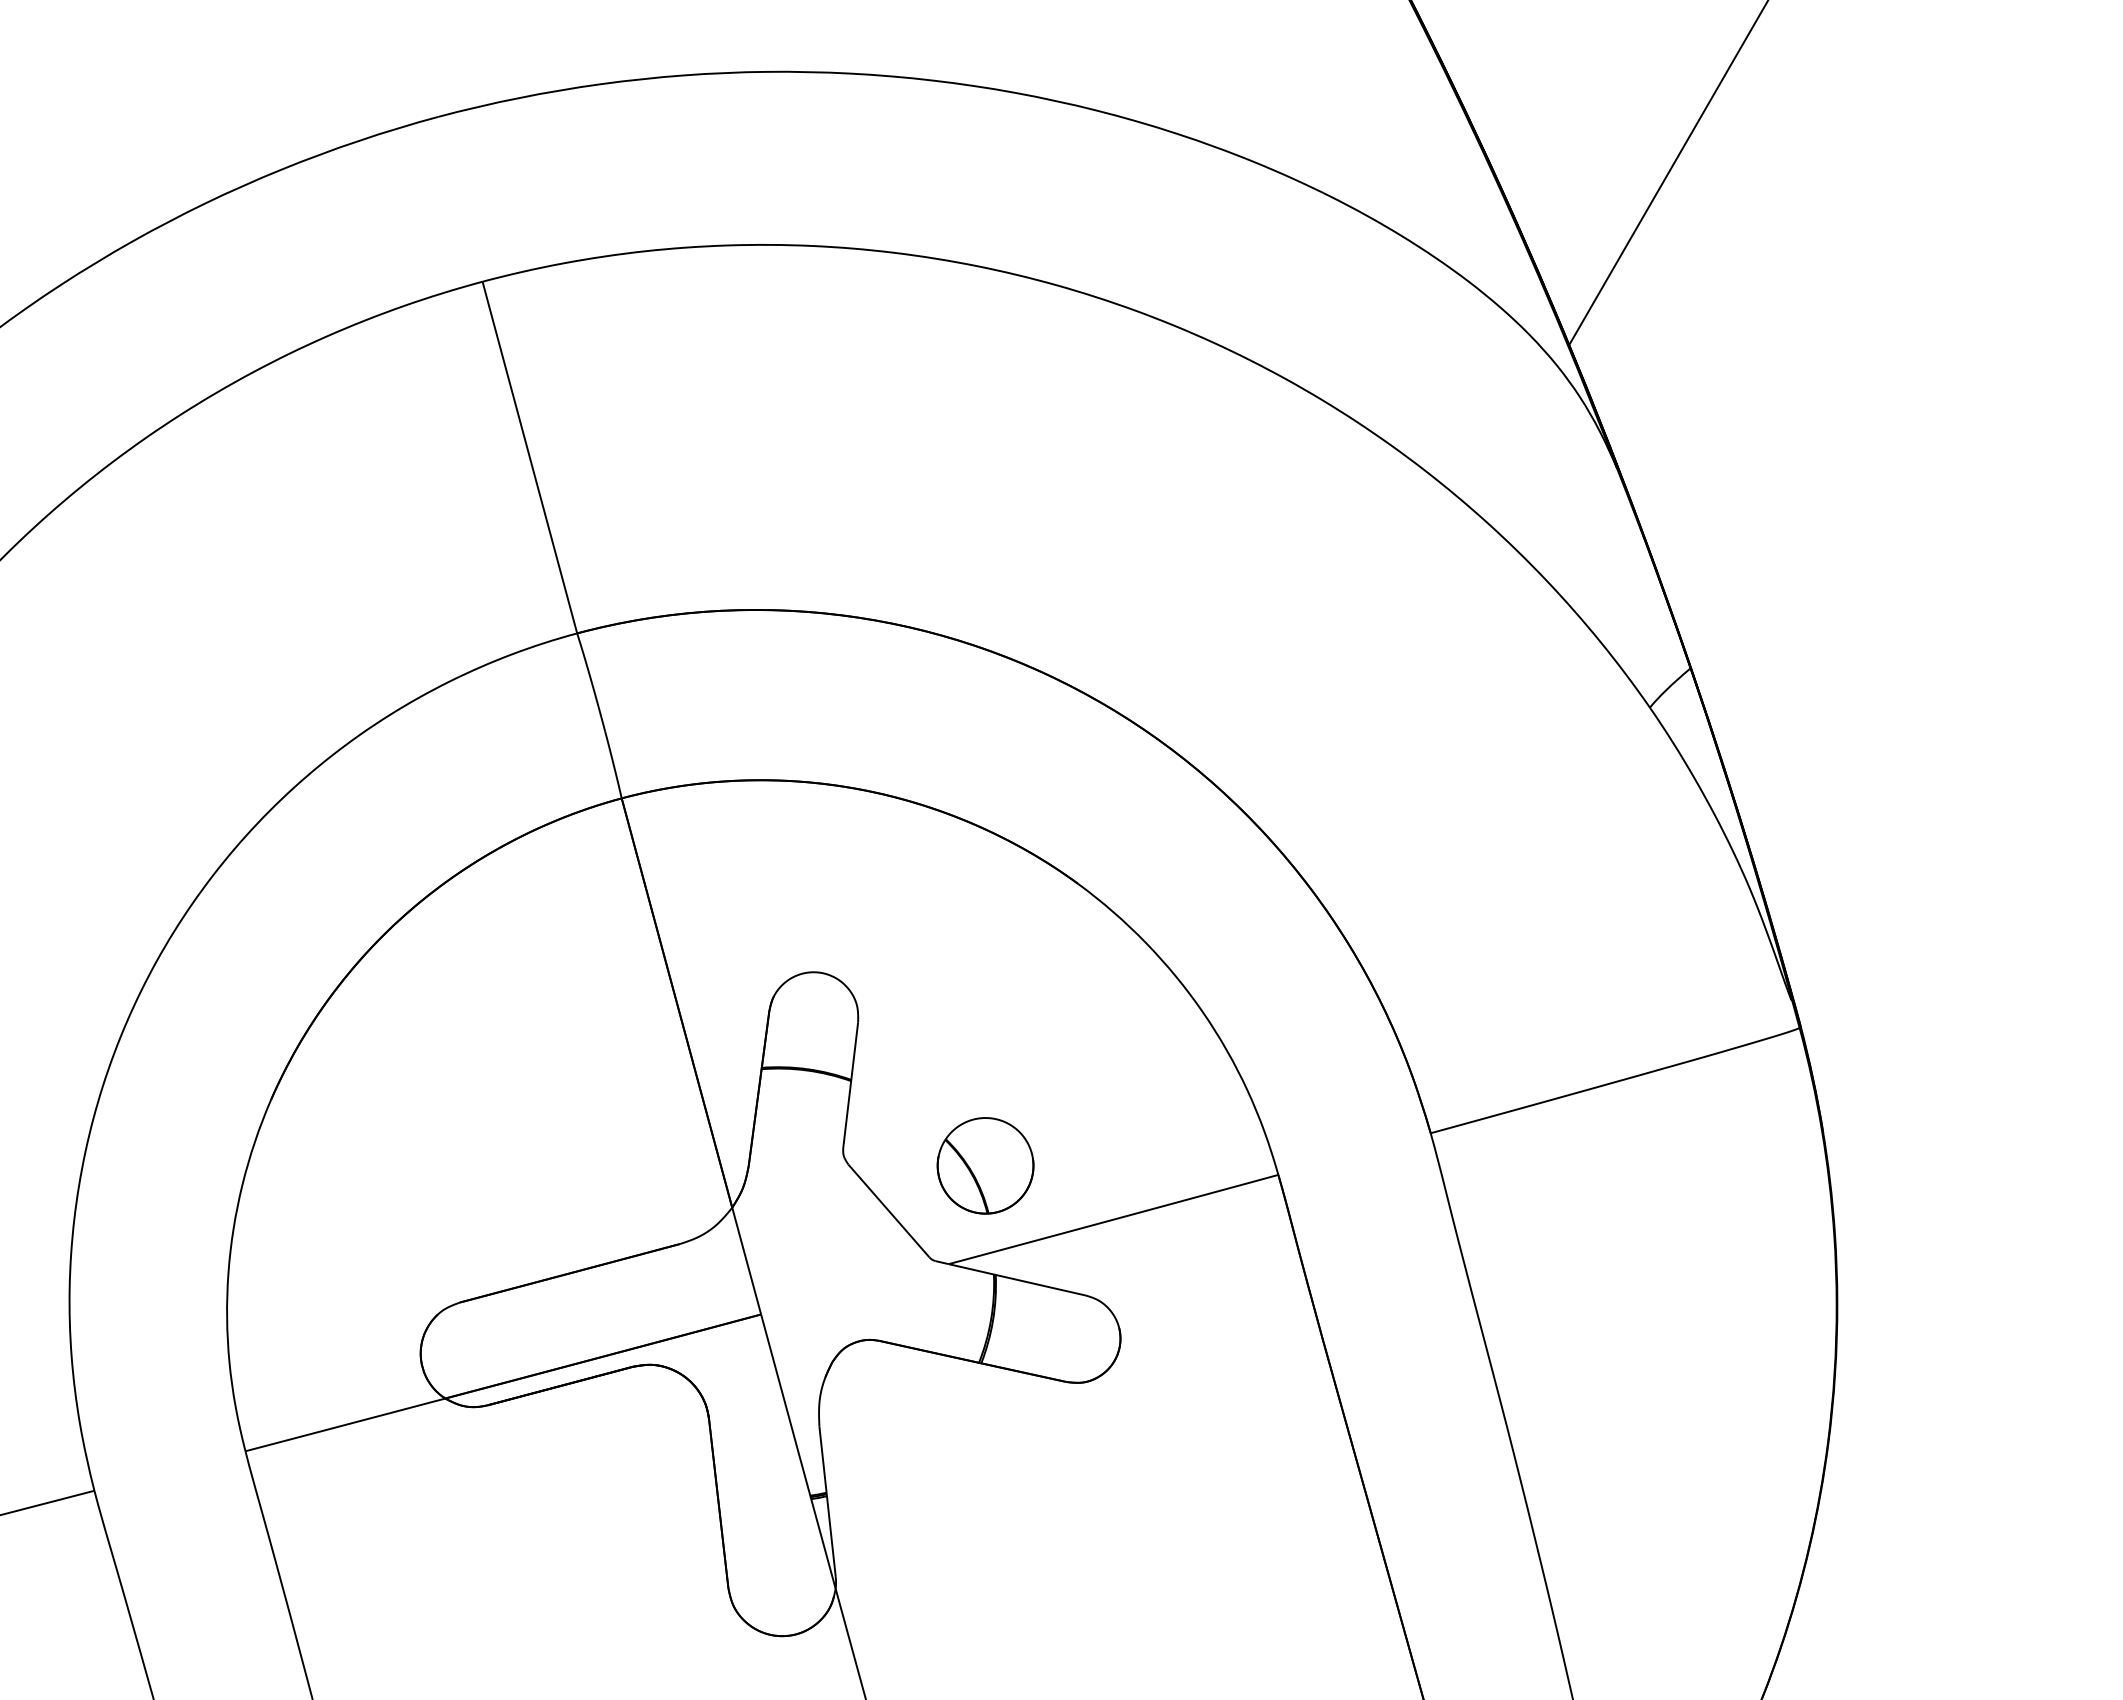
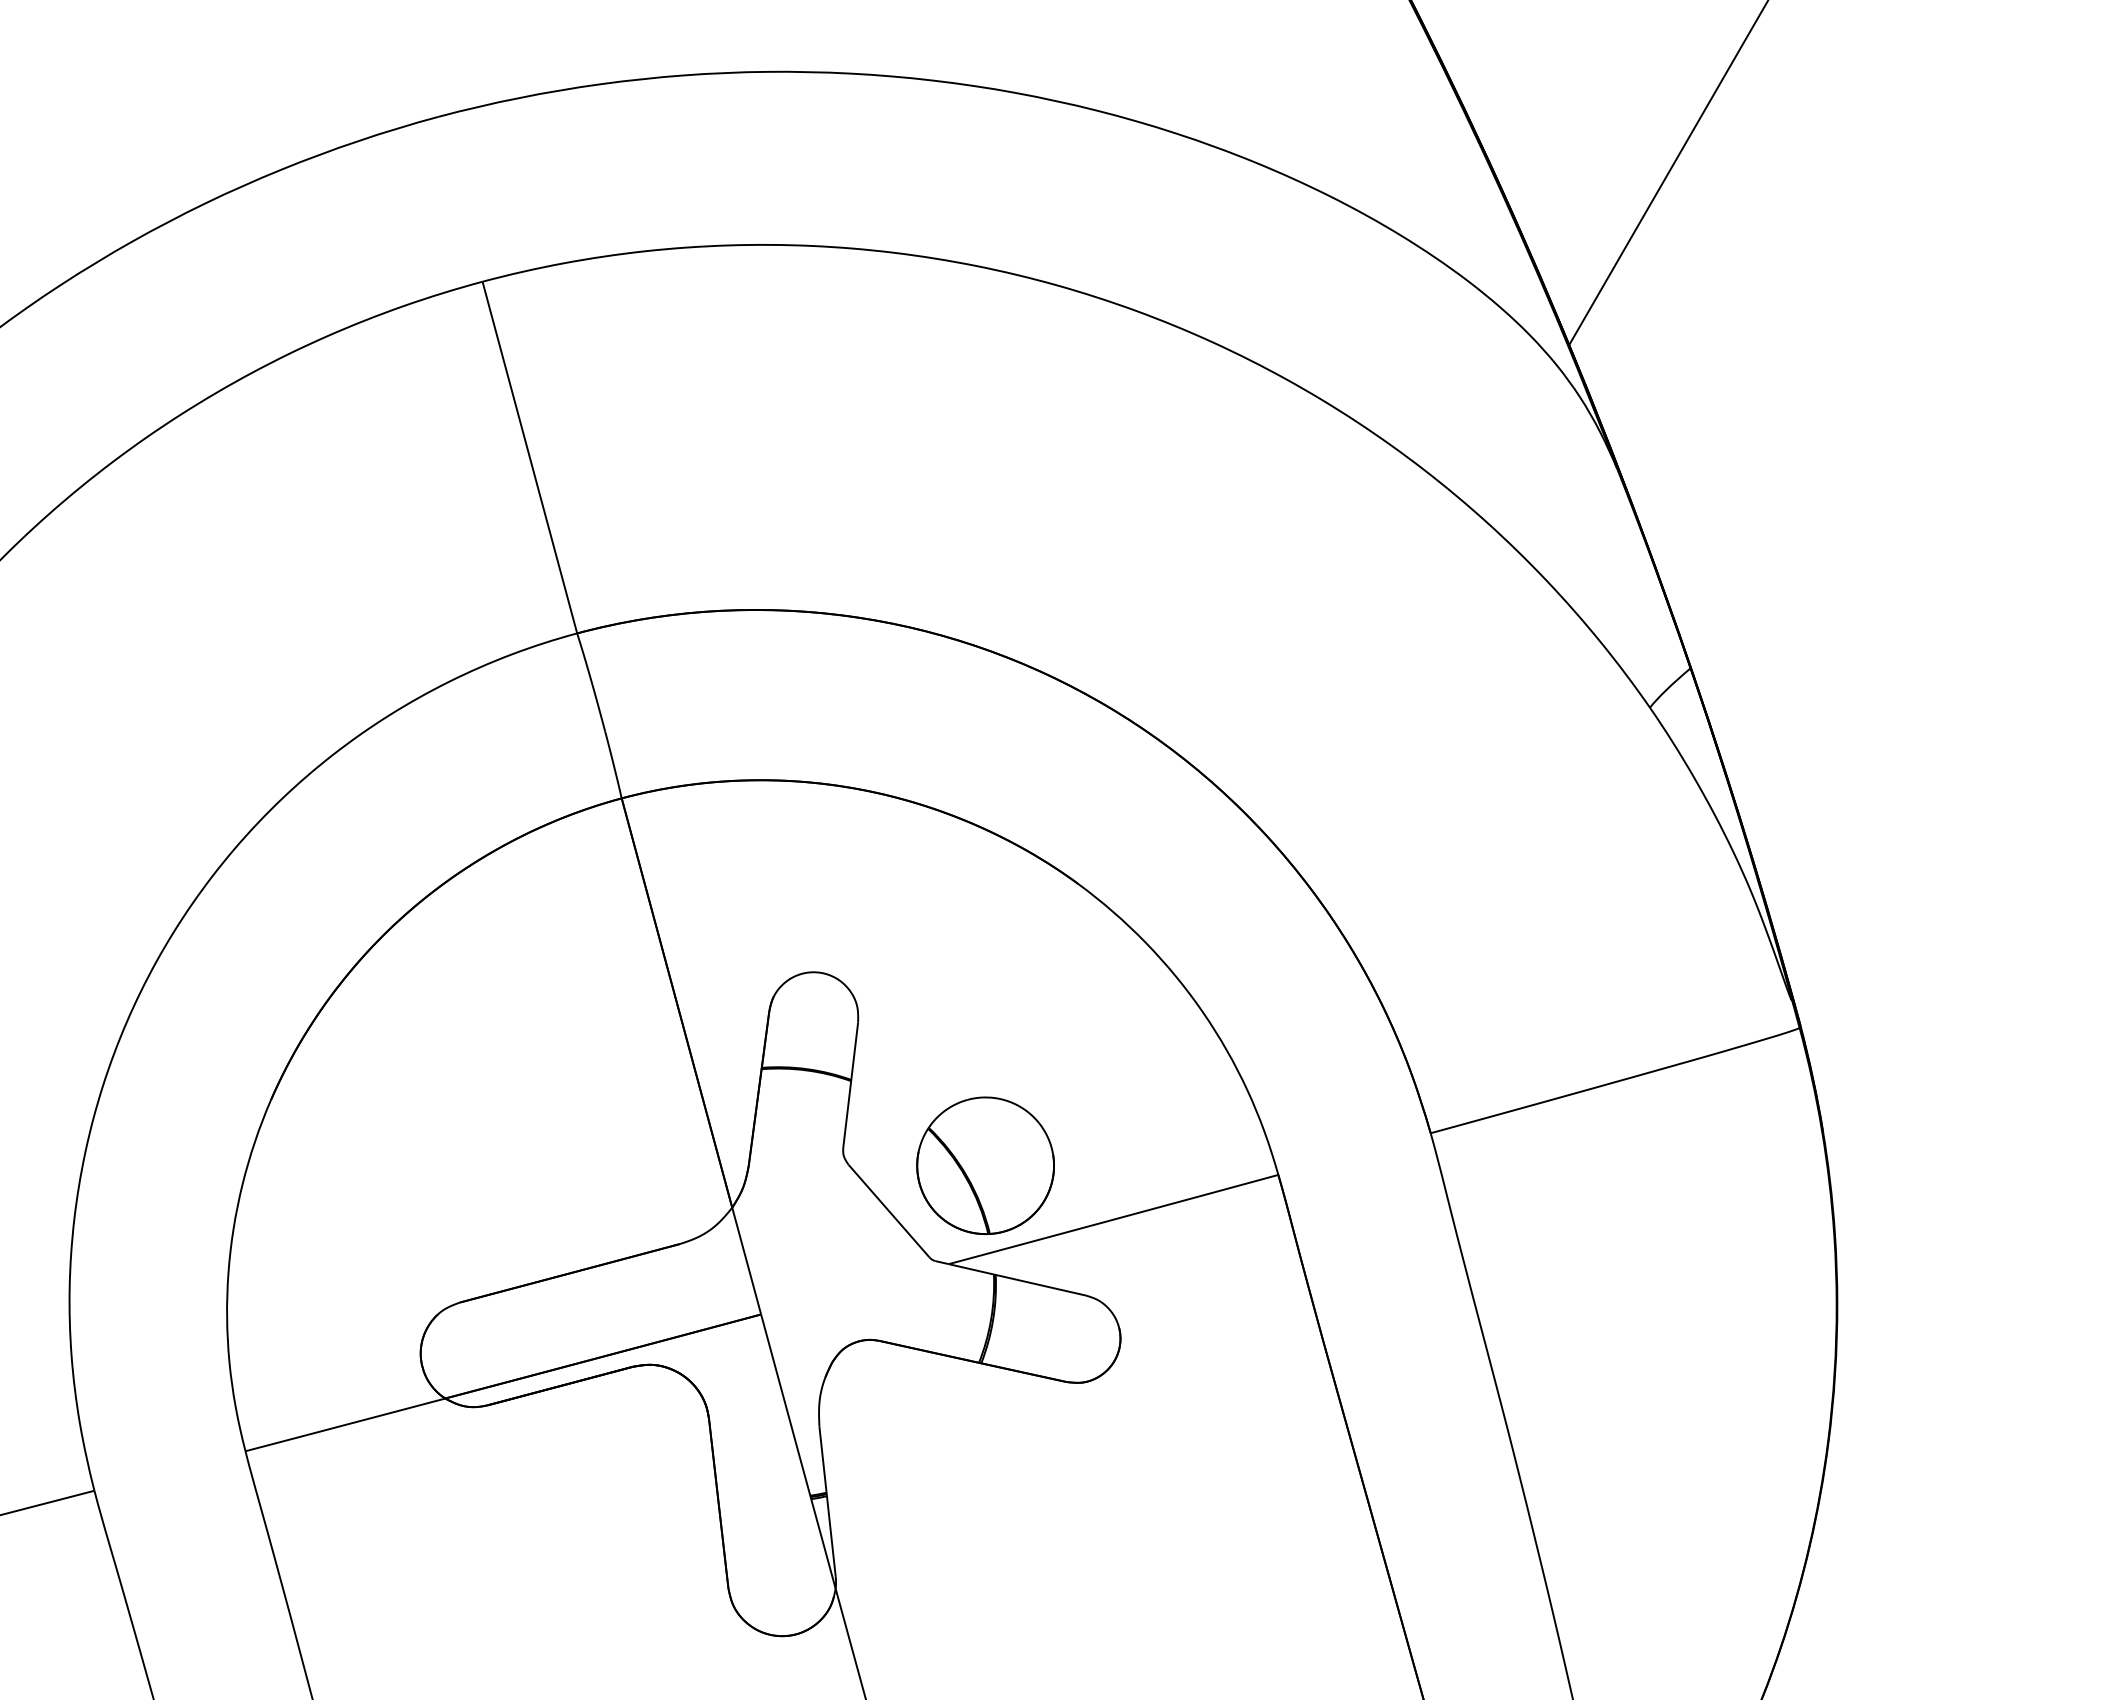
part at (985, 1165) size: 99x98 px -> 139x140 px
